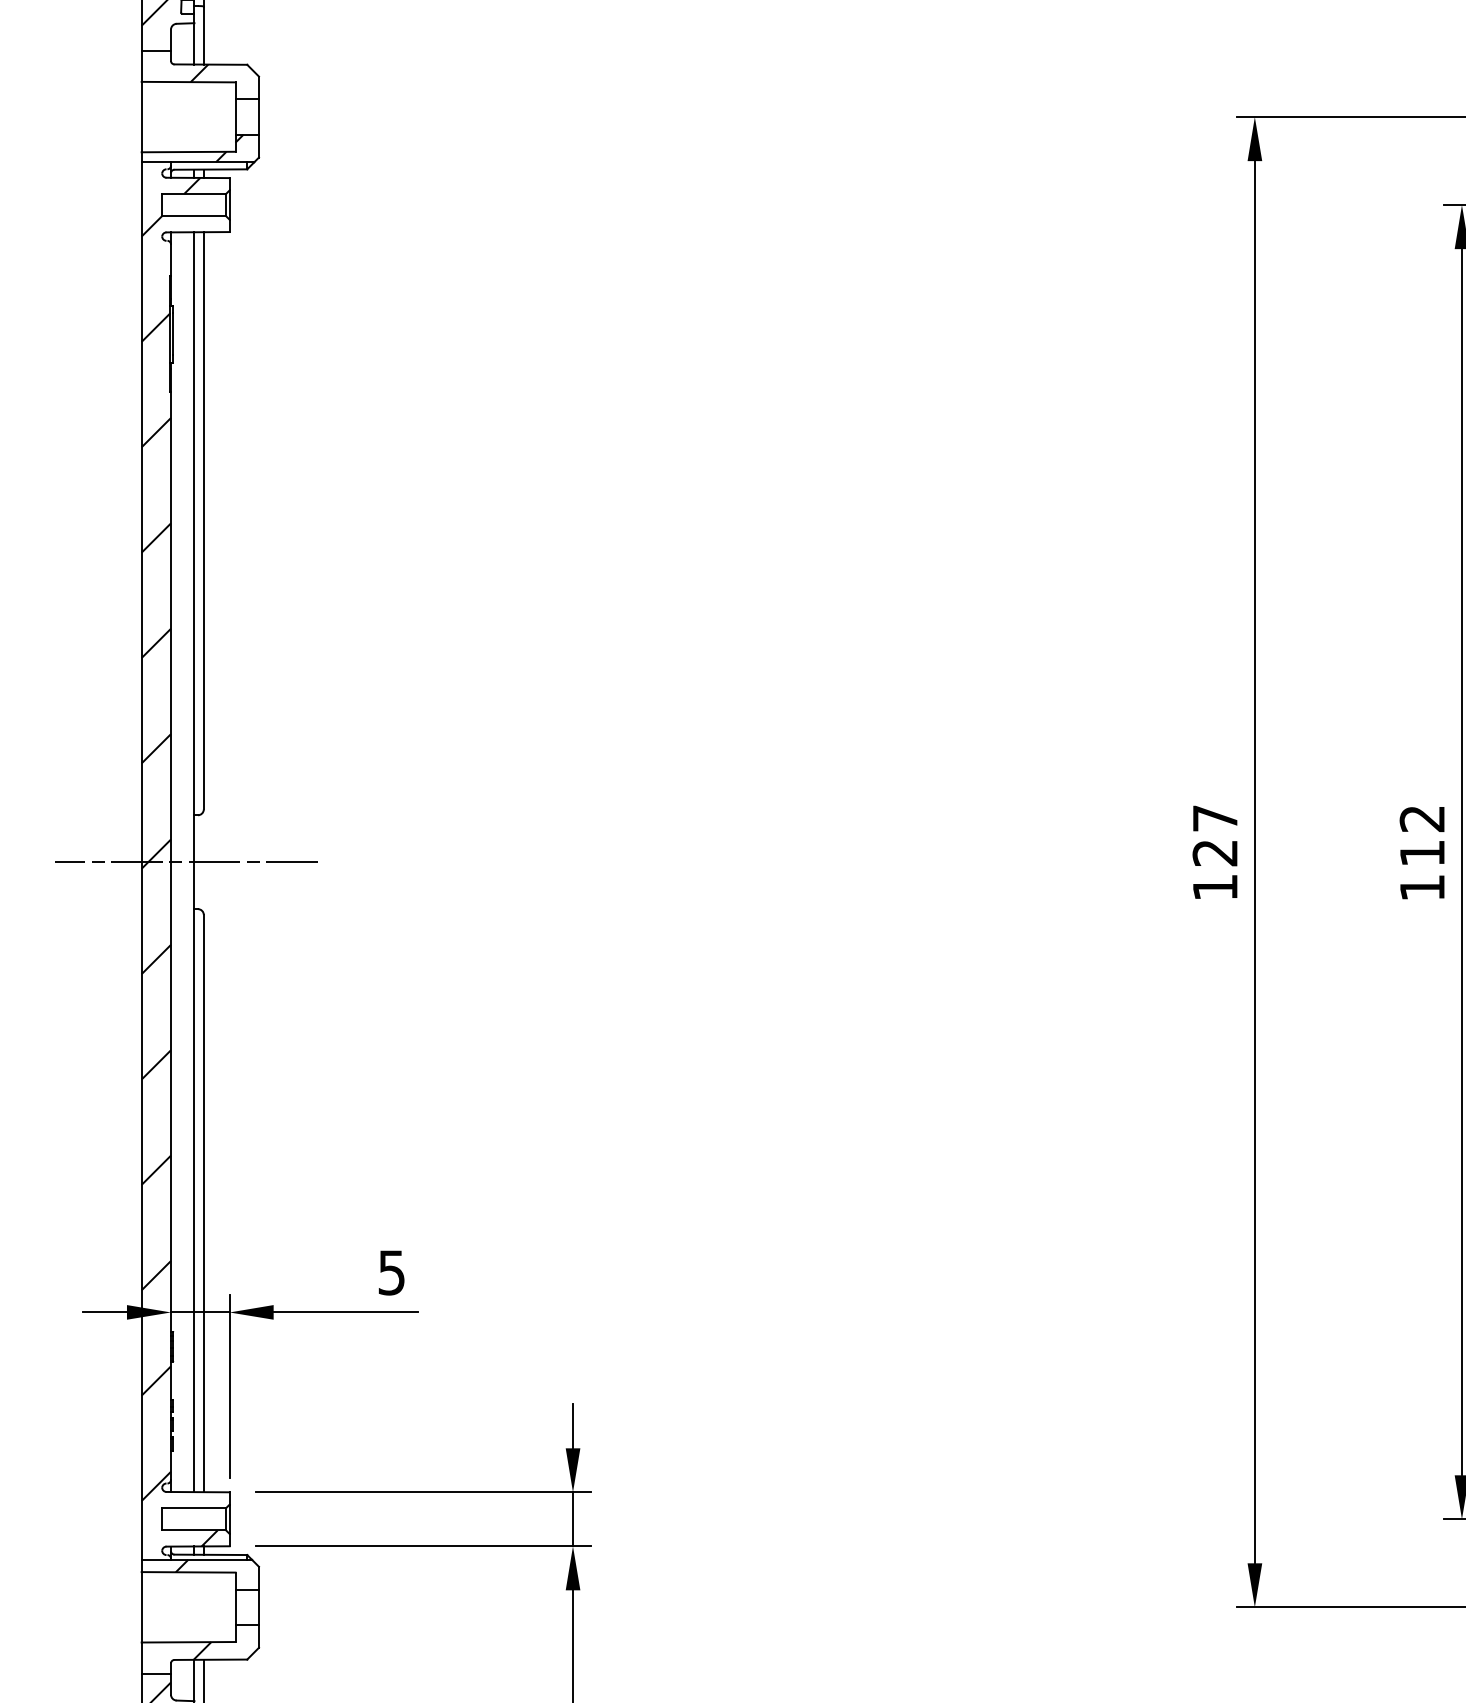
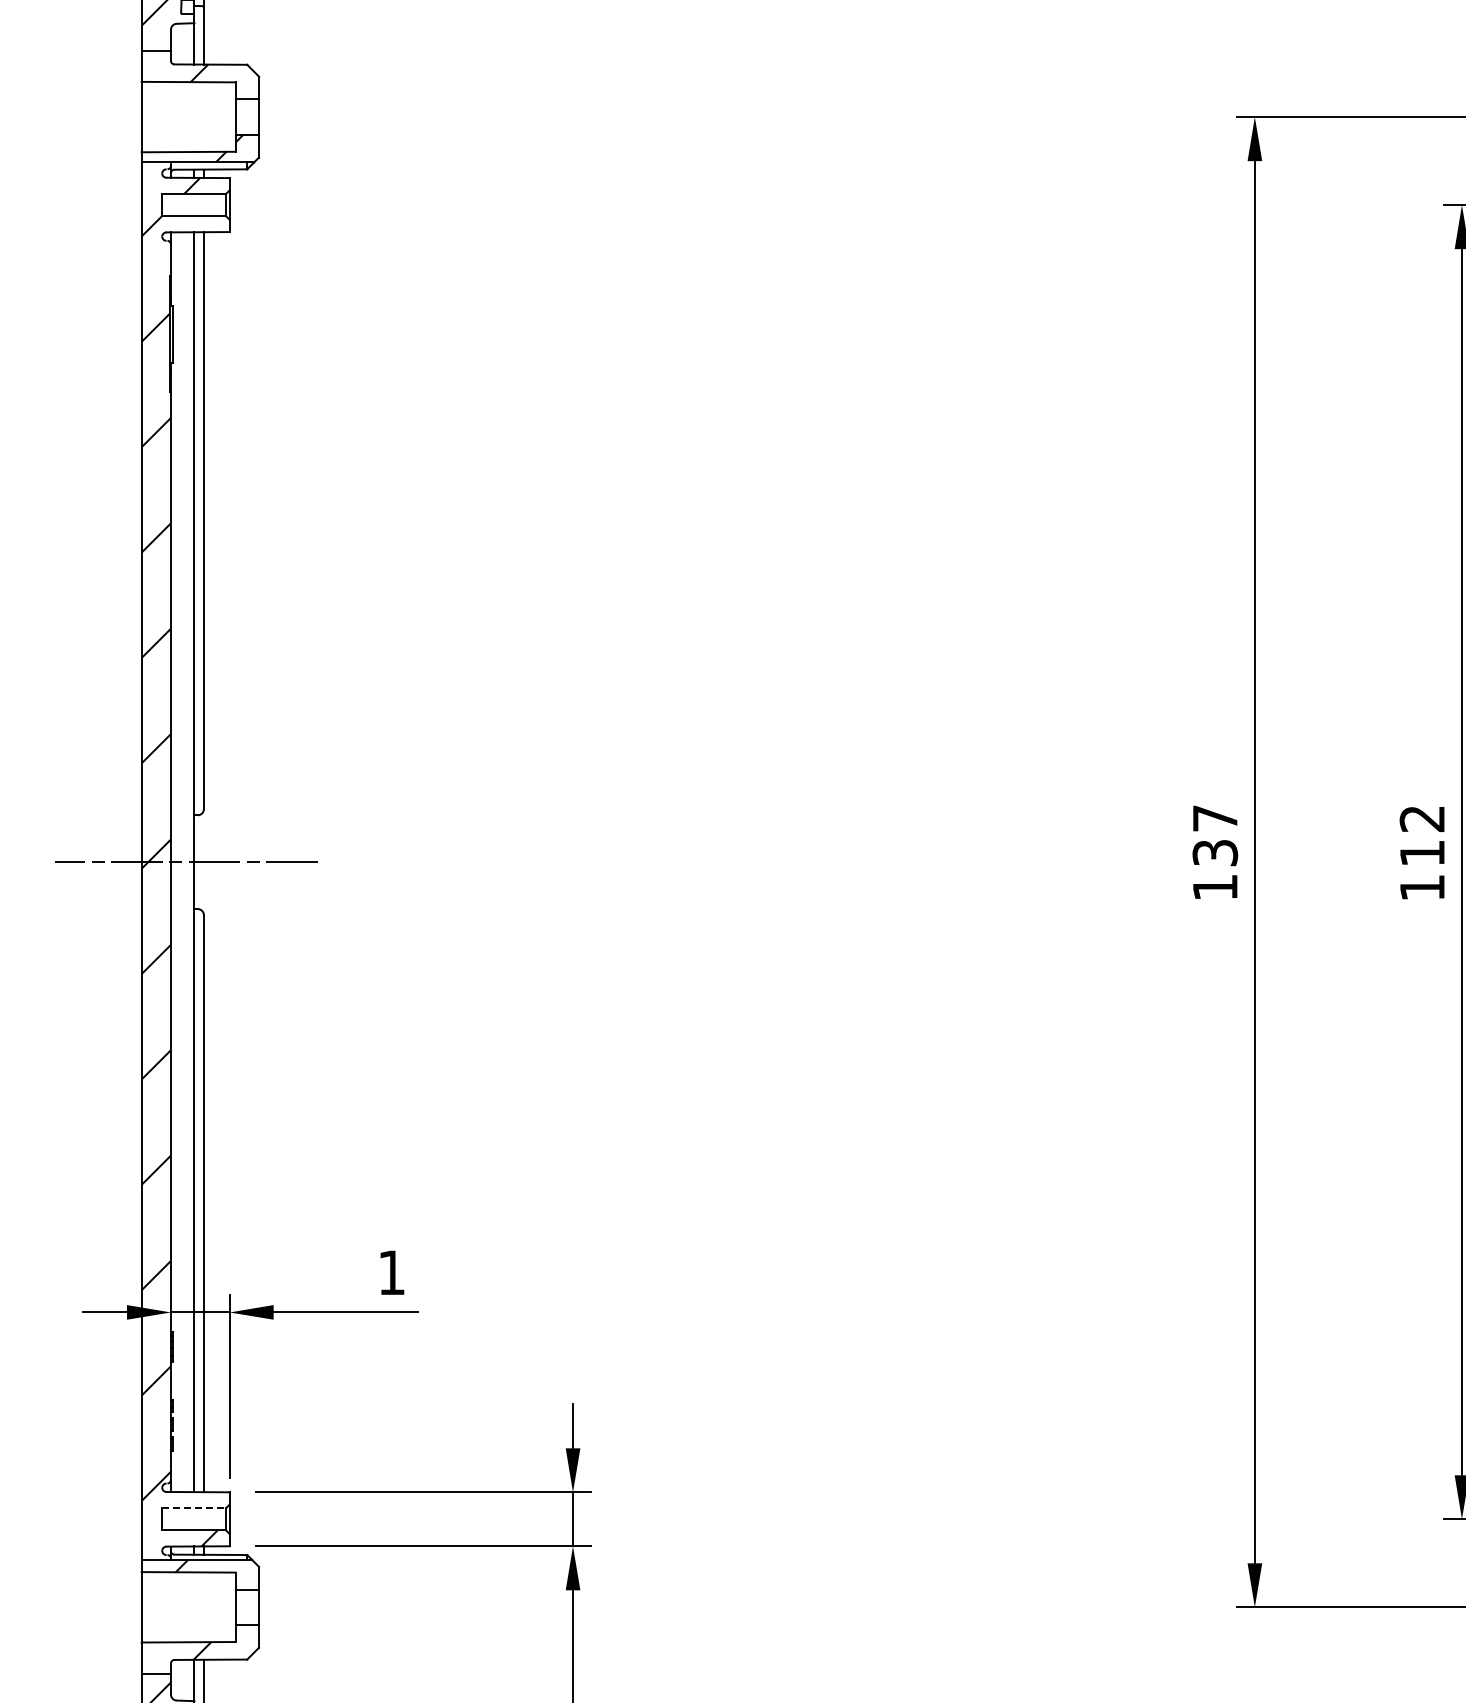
text at (1215, 853): 127 -> 137
text at (391, 1272): 5 -> 1
line at (194, 1508): solid -> dashed
